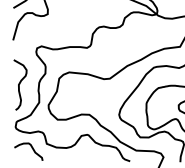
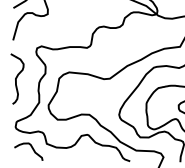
curve at (20, 84) position: (20, 84) -> (17, 78)
